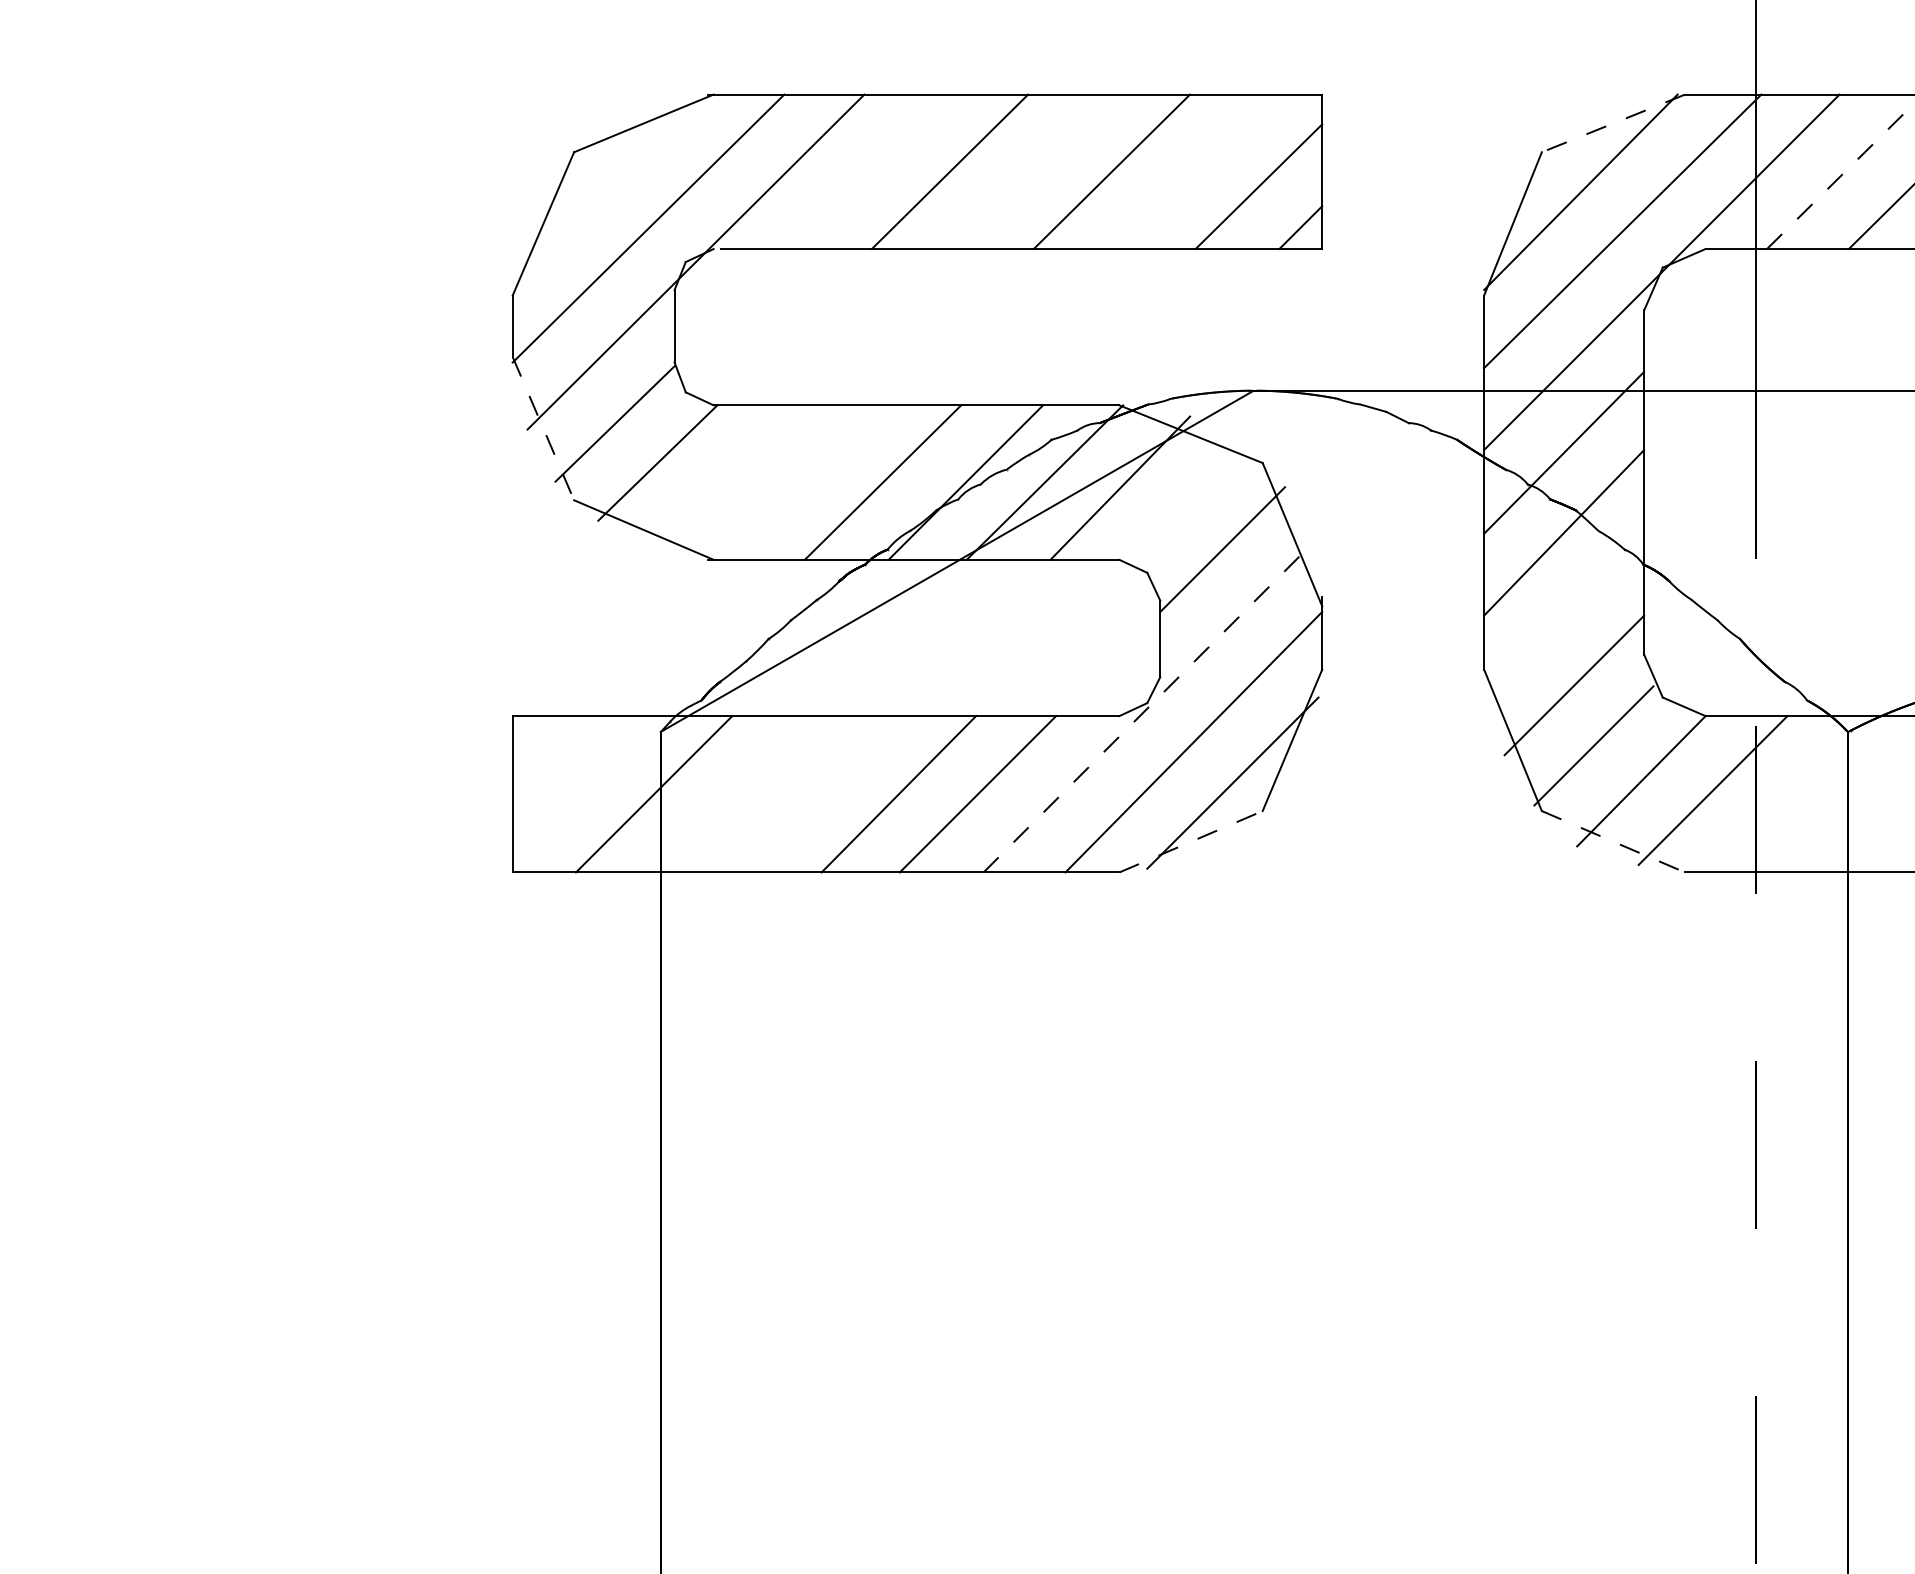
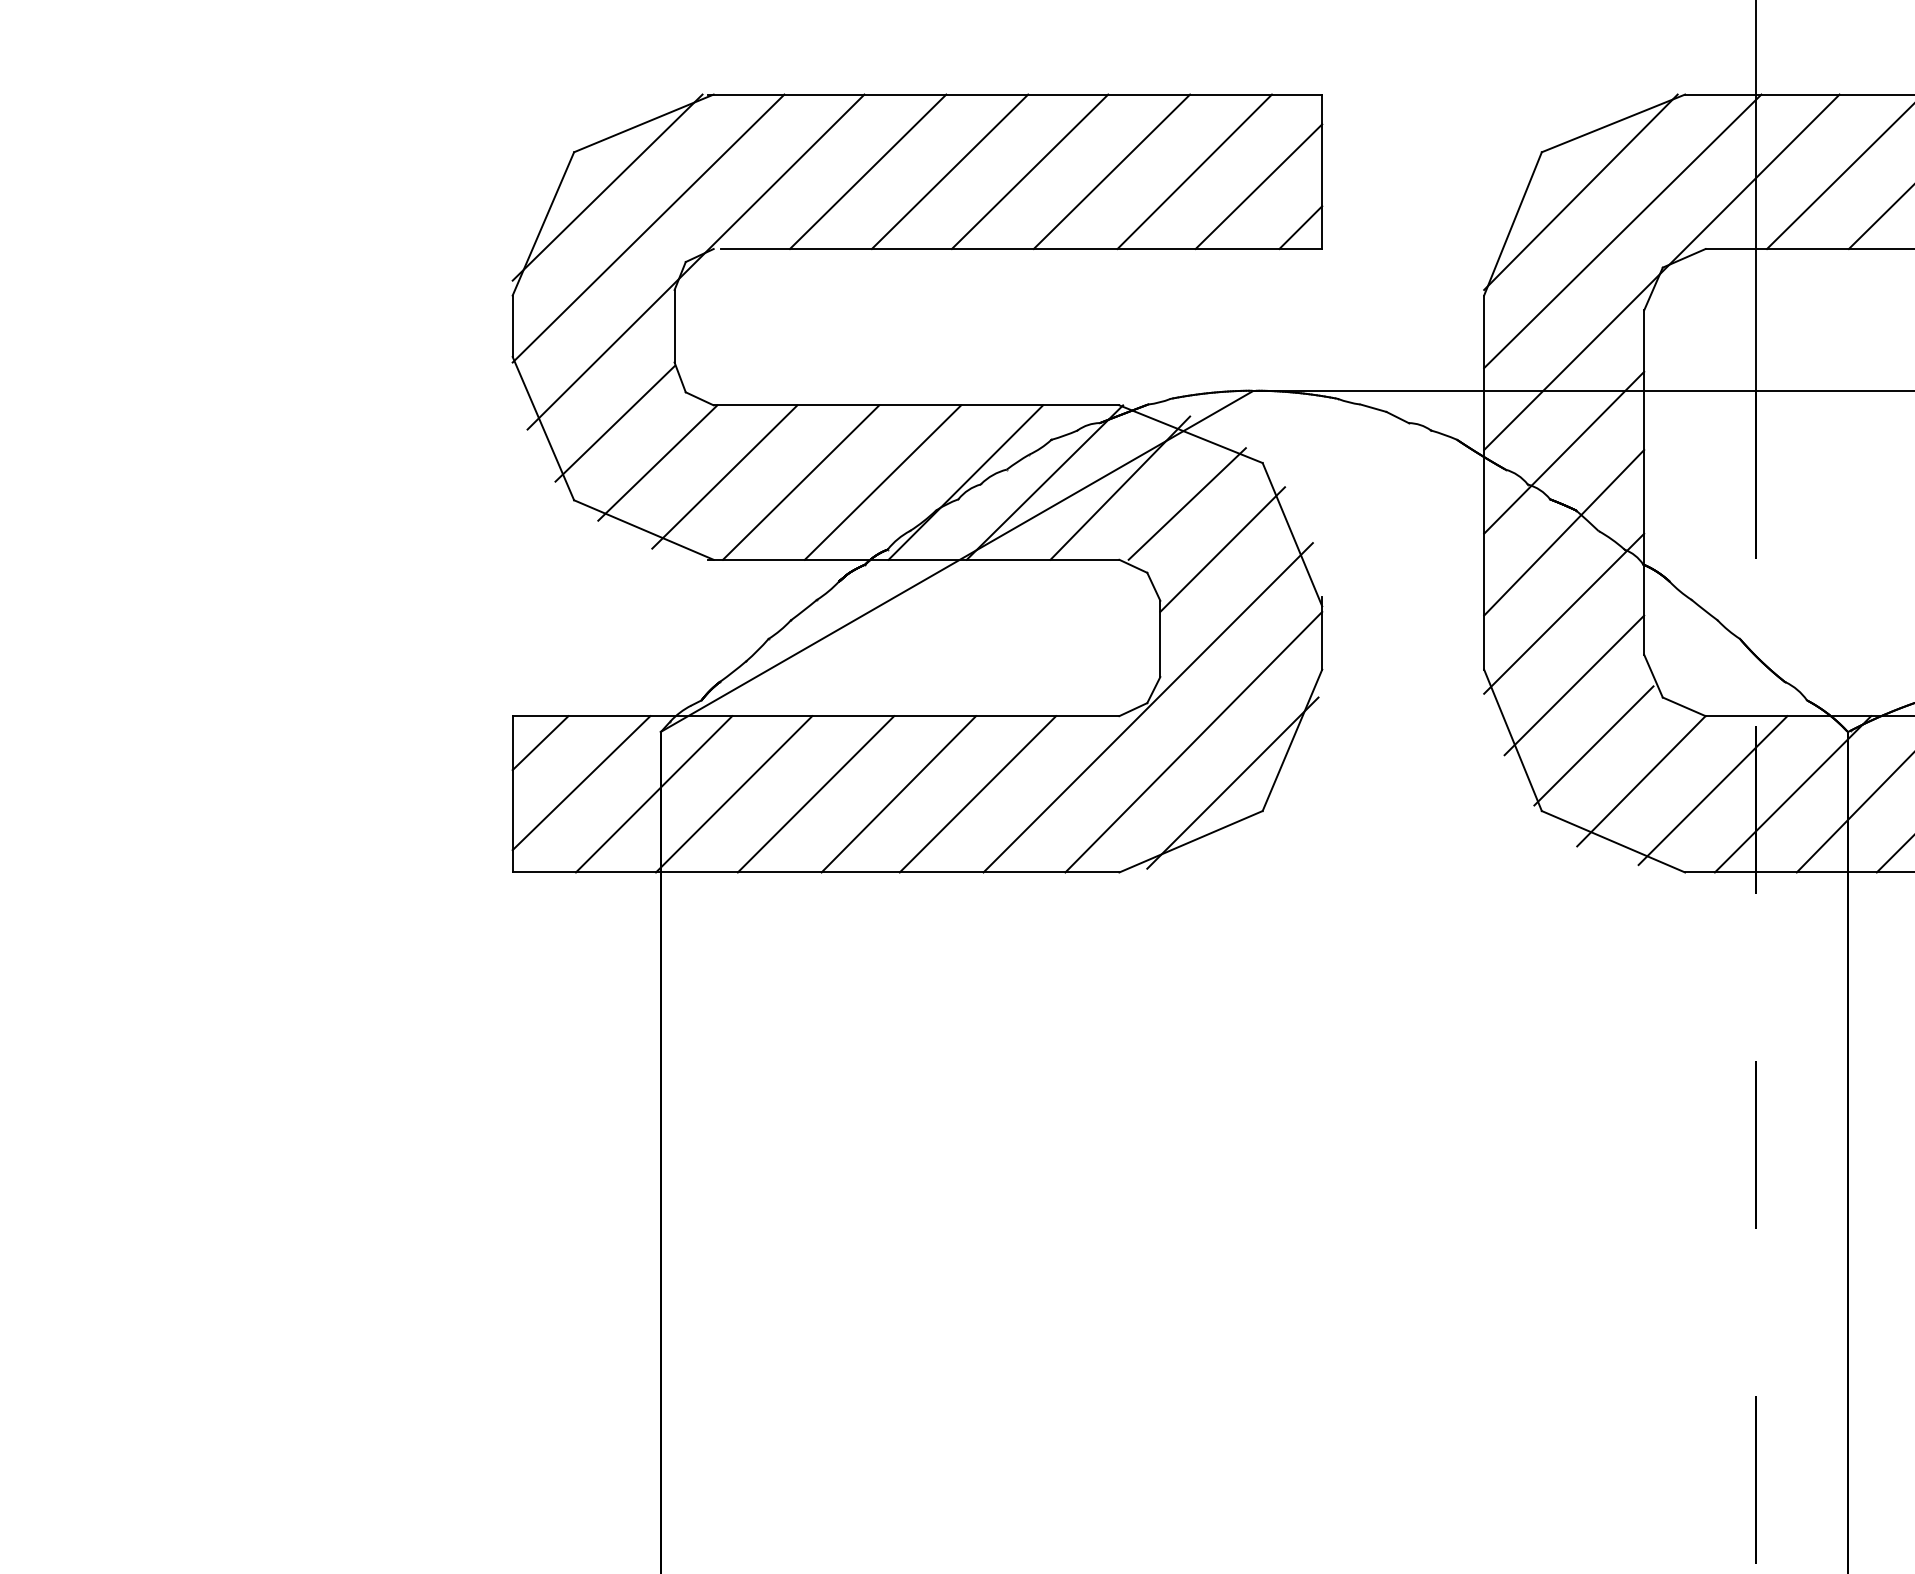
line at (1613, 123): dashed -> solid
line at (867, 171): none -> present
line at (1029, 171): none -> present
line at (1194, 171): none -> present
line at (1840, 176): dashed -> solid
line at (607, 187): none -> present
line at (543, 428): dashed -> solid
line at (724, 476): none -> present
line at (800, 482): none -> present
line at (1186, 503): none -> present
line at (1564, 613): none -> present
line at (1148, 707): dashed -> solid
line at (540, 743): none -> present
line at (581, 783): none -> present
line at (734, 794): none -> present
line at (815, 794): none -> present
line at (1792, 794): none -> present
line at (1853, 813): none -> present
line at (1191, 841): dashed -> solid
line at (1613, 841): dashed -> solid
line at (1893, 854): none -> present
